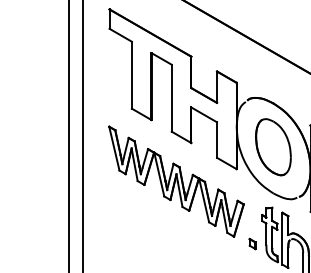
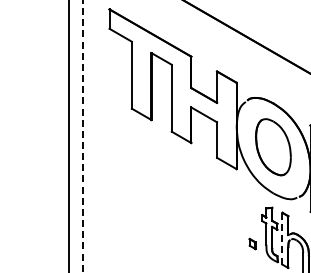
line at (83, 136): solid -> dashed
part at (176, 181): present -> none
line at (282, 238): solid -> dashed
